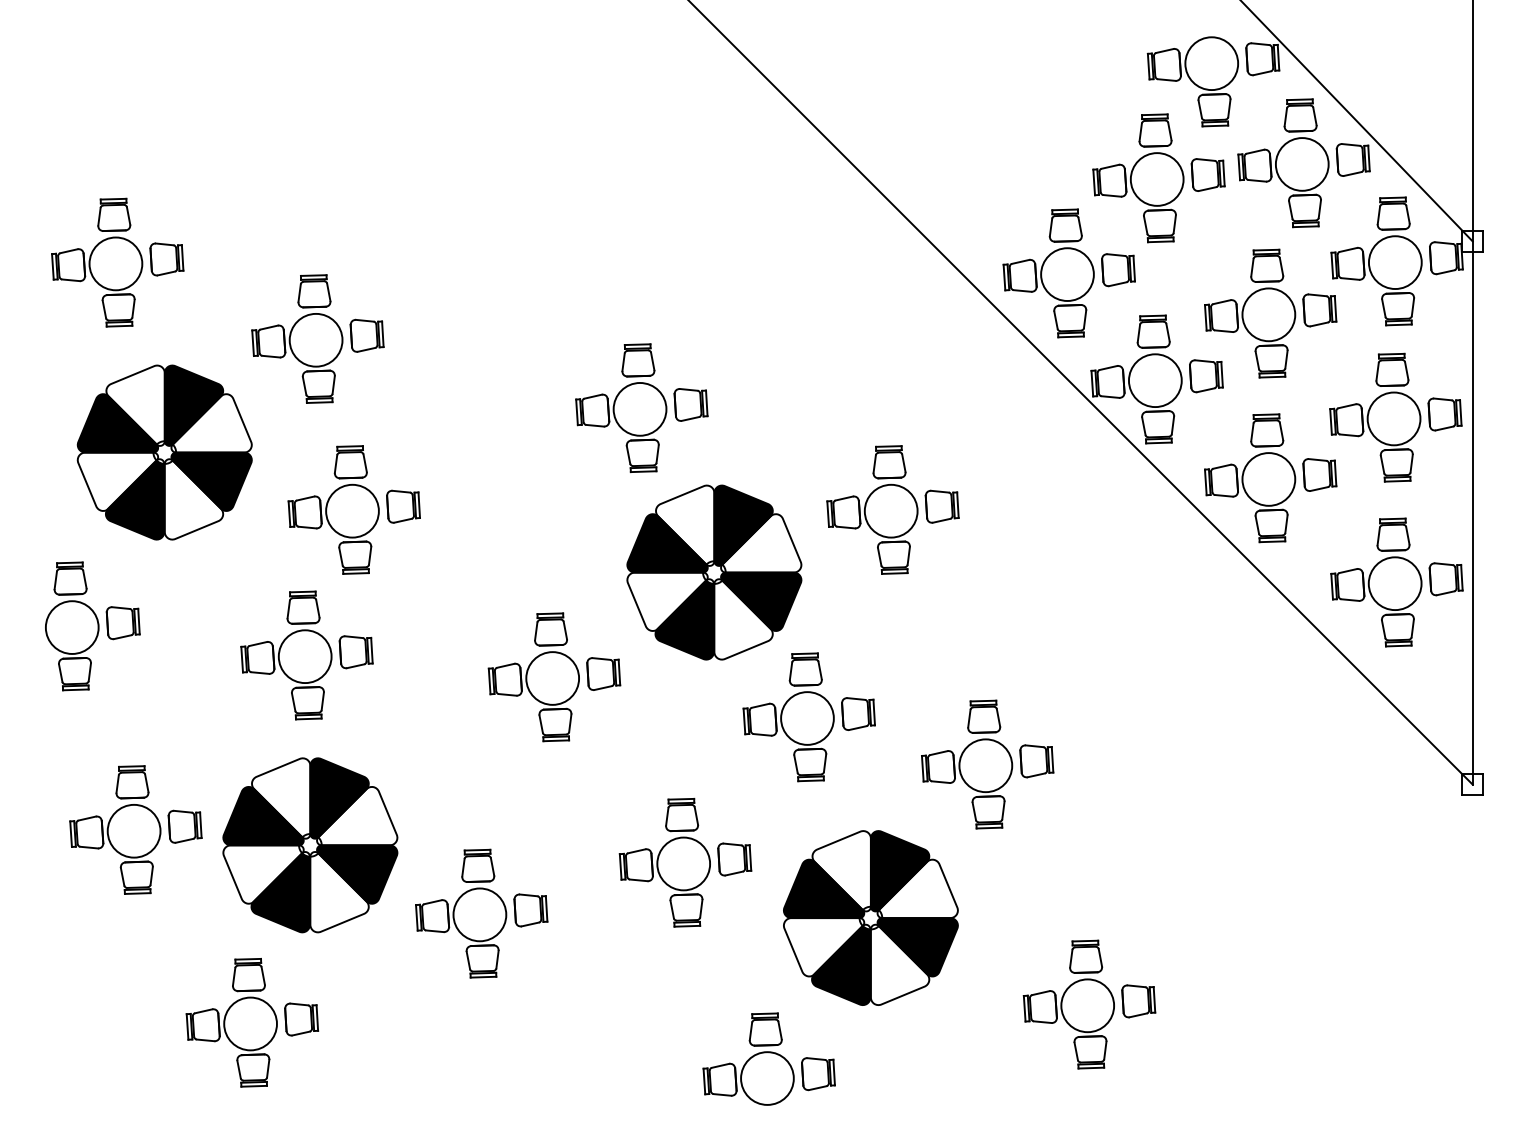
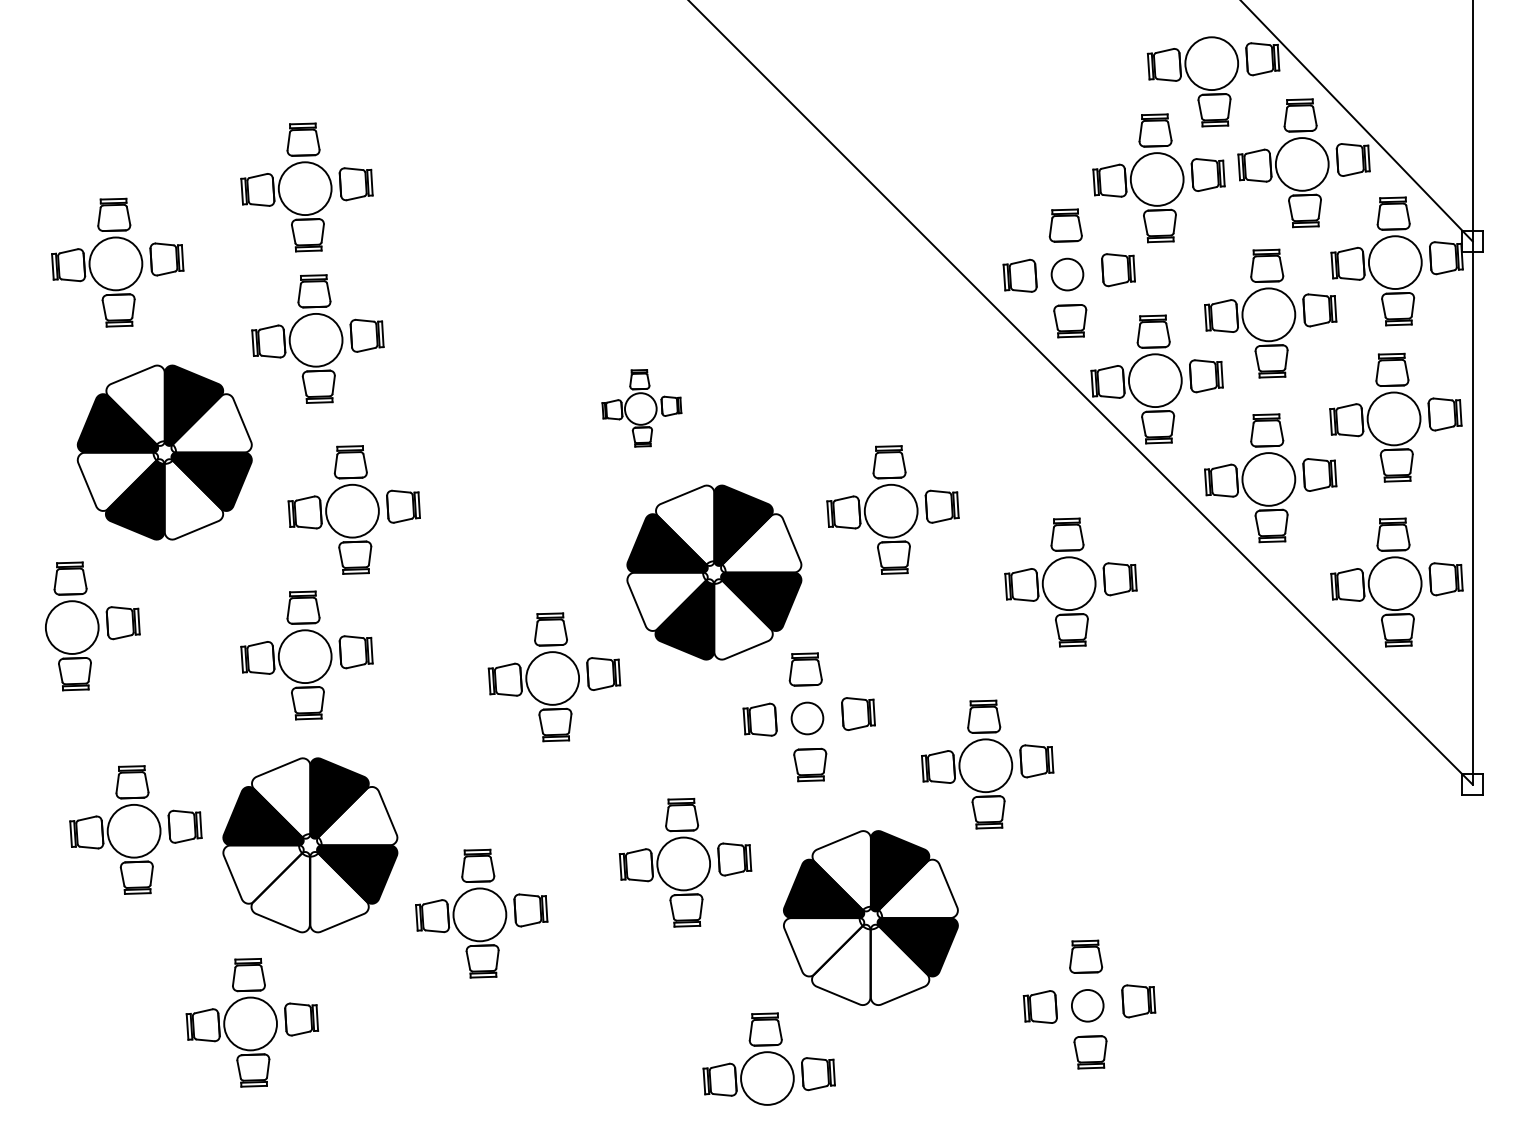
part at (306, 187): none -> present
circle at (1067, 274) diameter: 53 px -> 32 px
part at (641, 408) size: 134x131 px -> 82x79 px
part at (1070, 582): none -> present
circle at (807, 718) diameter: 53 px -> 32 px
fill at (280, 892): present -> none
fill at (841, 965): present -> none
circle at (1087, 1005) diameter: 53 px -> 32 px
